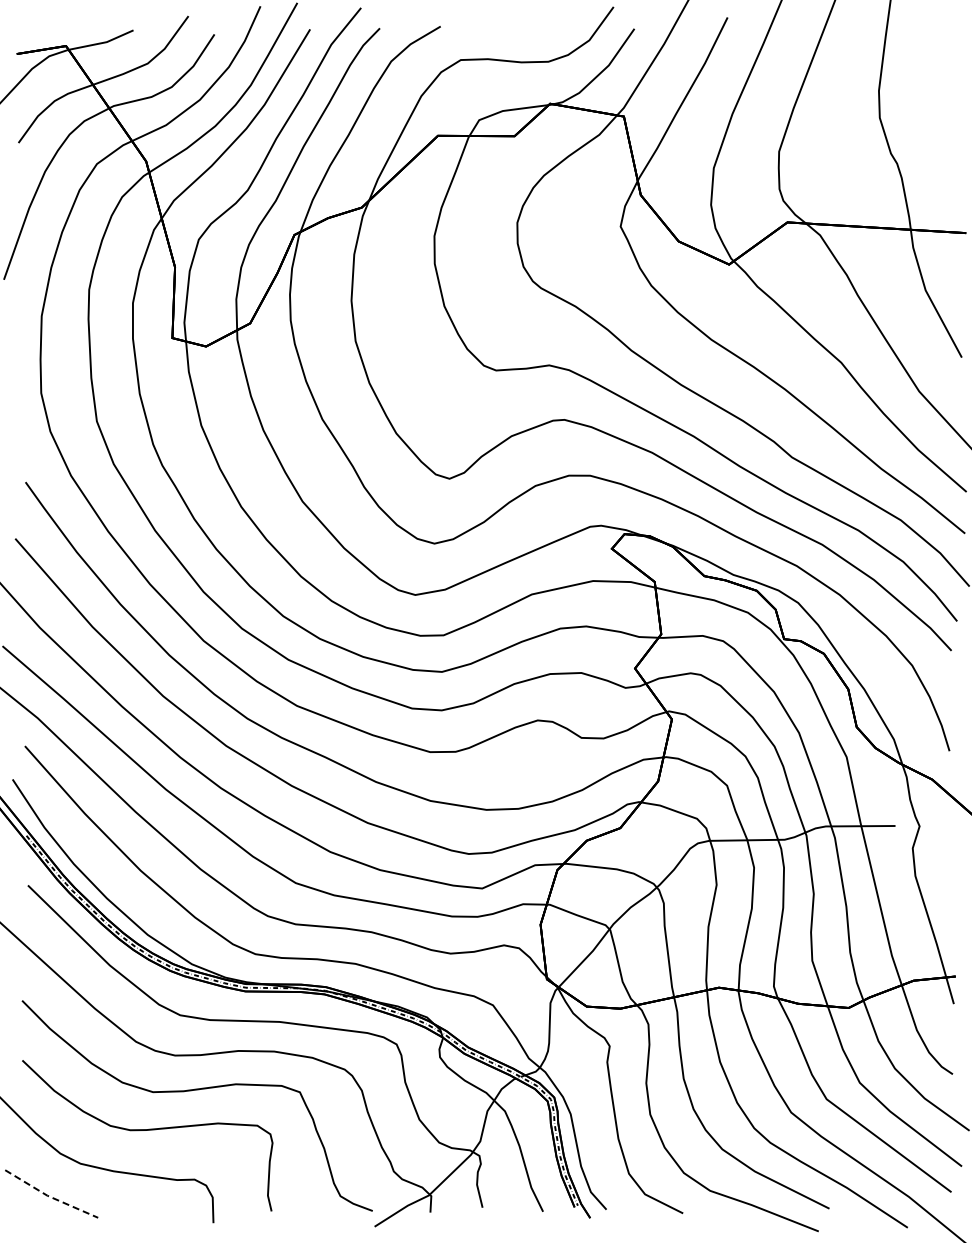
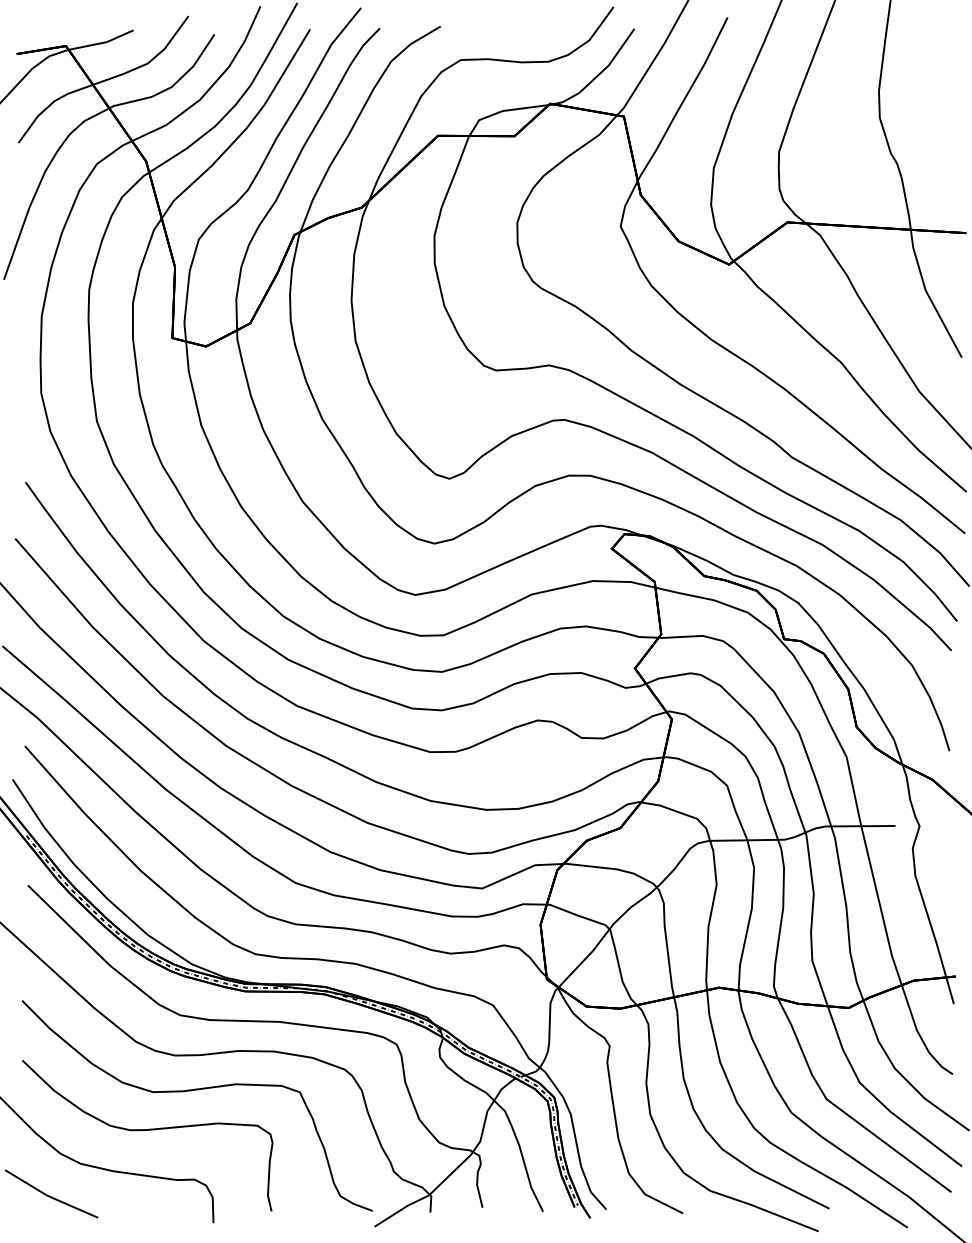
line at (50, 1196): dashed -> solid
